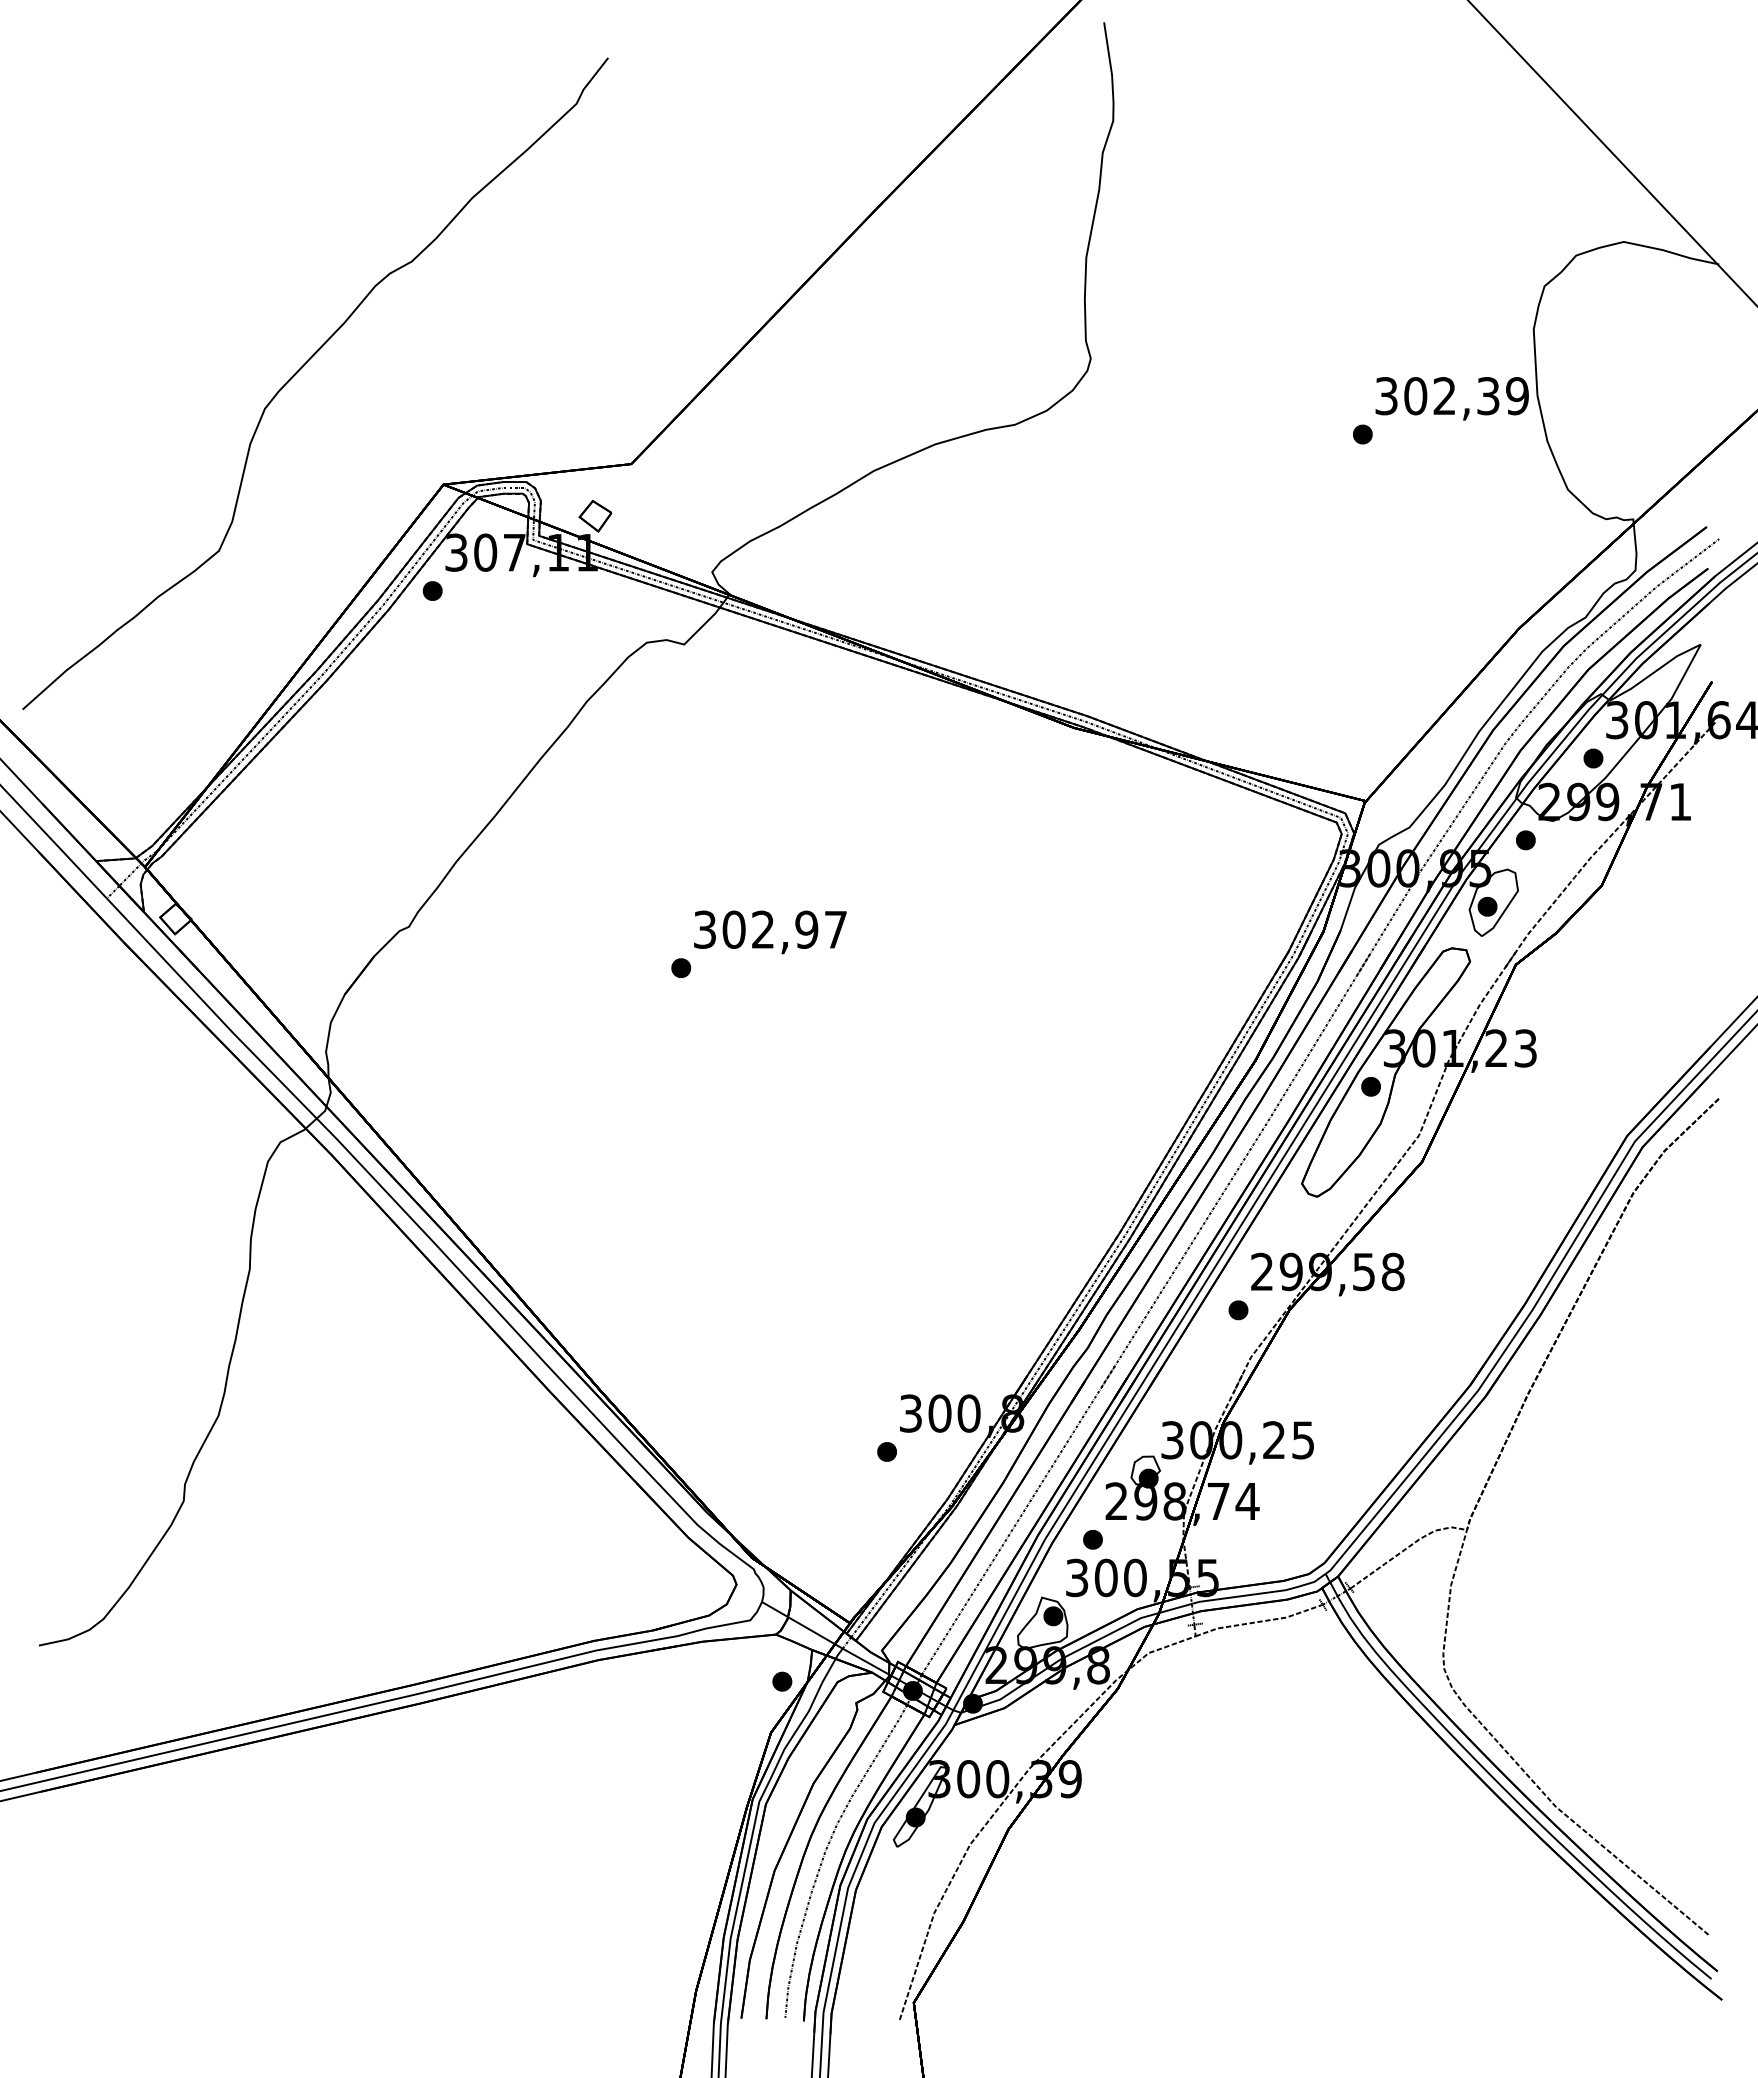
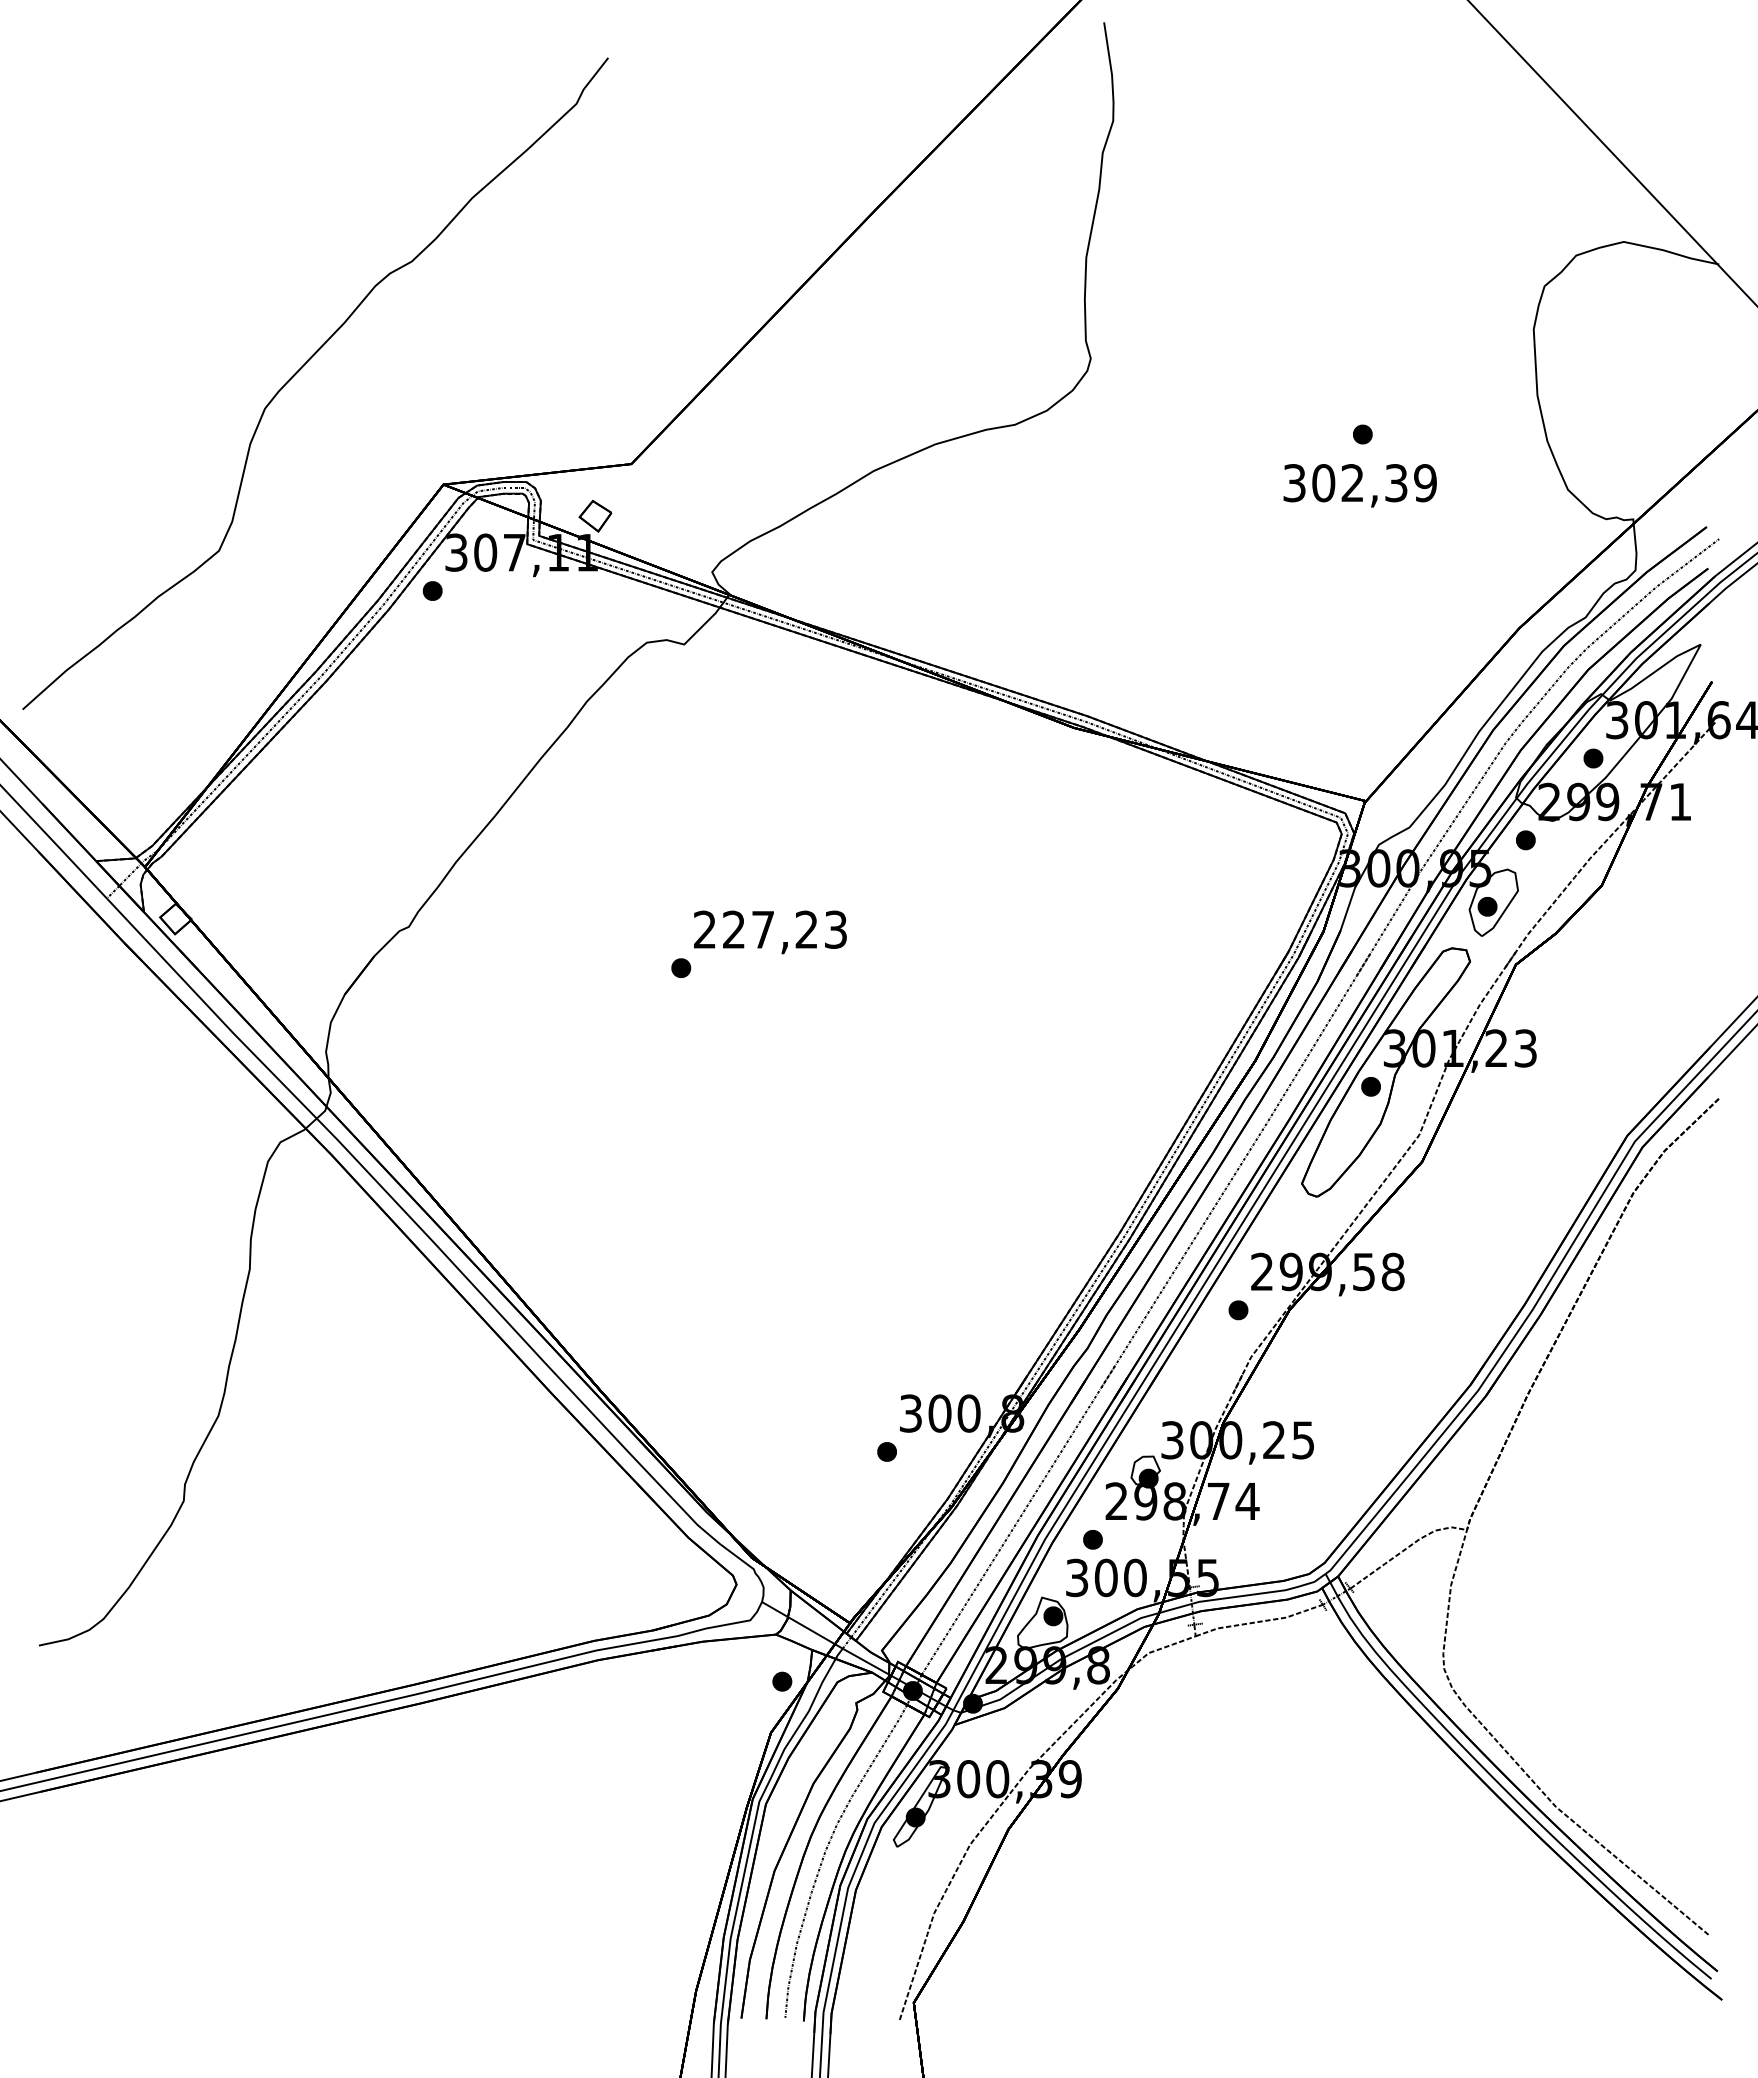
text at (1451, 398) position: (1451, 398) -> (1359, 485)
text at (770, 929): 302,97 -> 227,23
